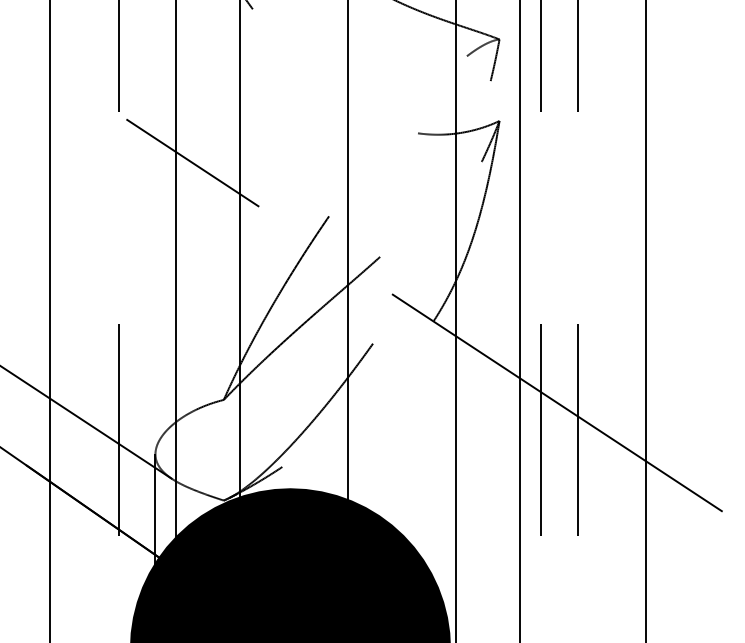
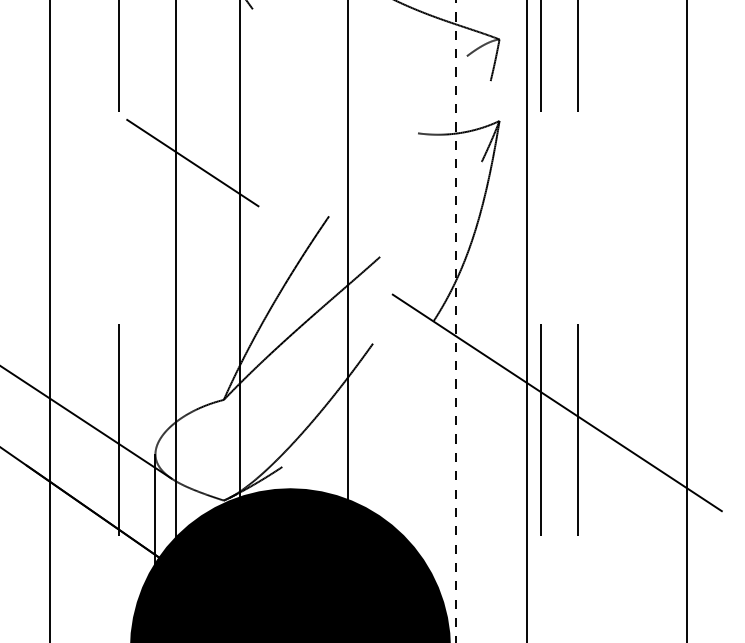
line at (520, 320) position: (520, 320) -> (527, 320)
line at (646, 320) position: (646, 320) -> (687, 320)
line at (455, 322): solid -> dashed
